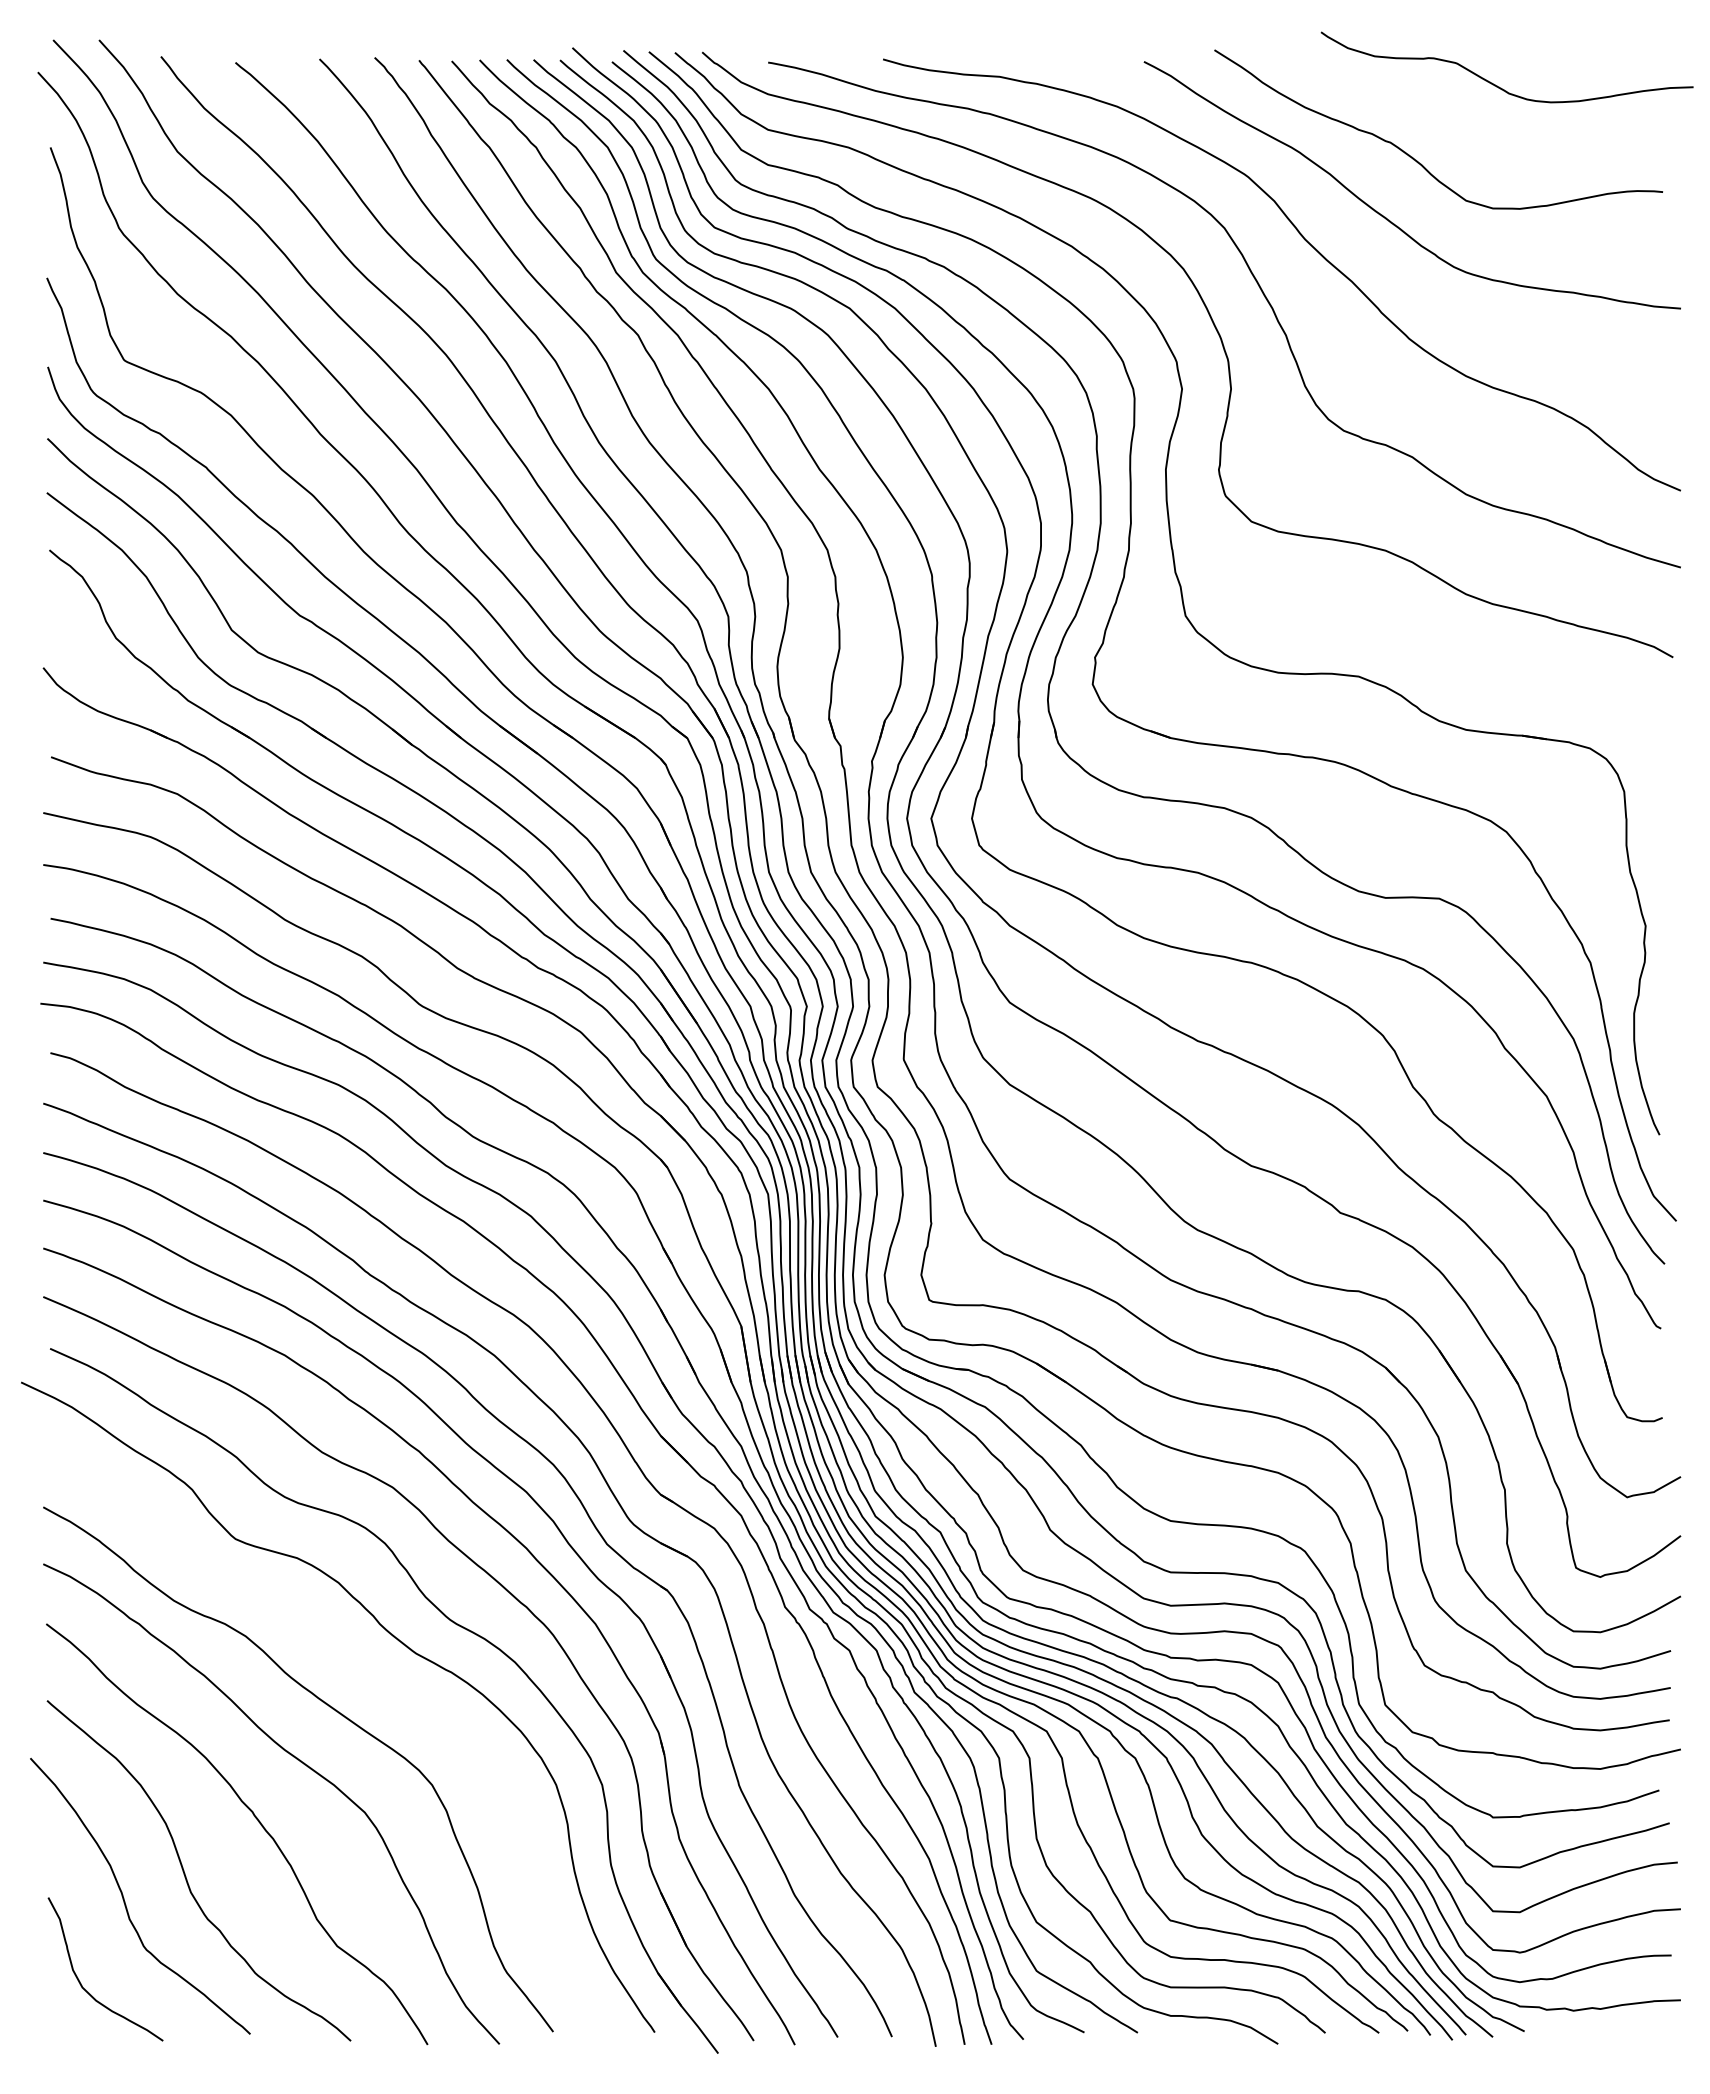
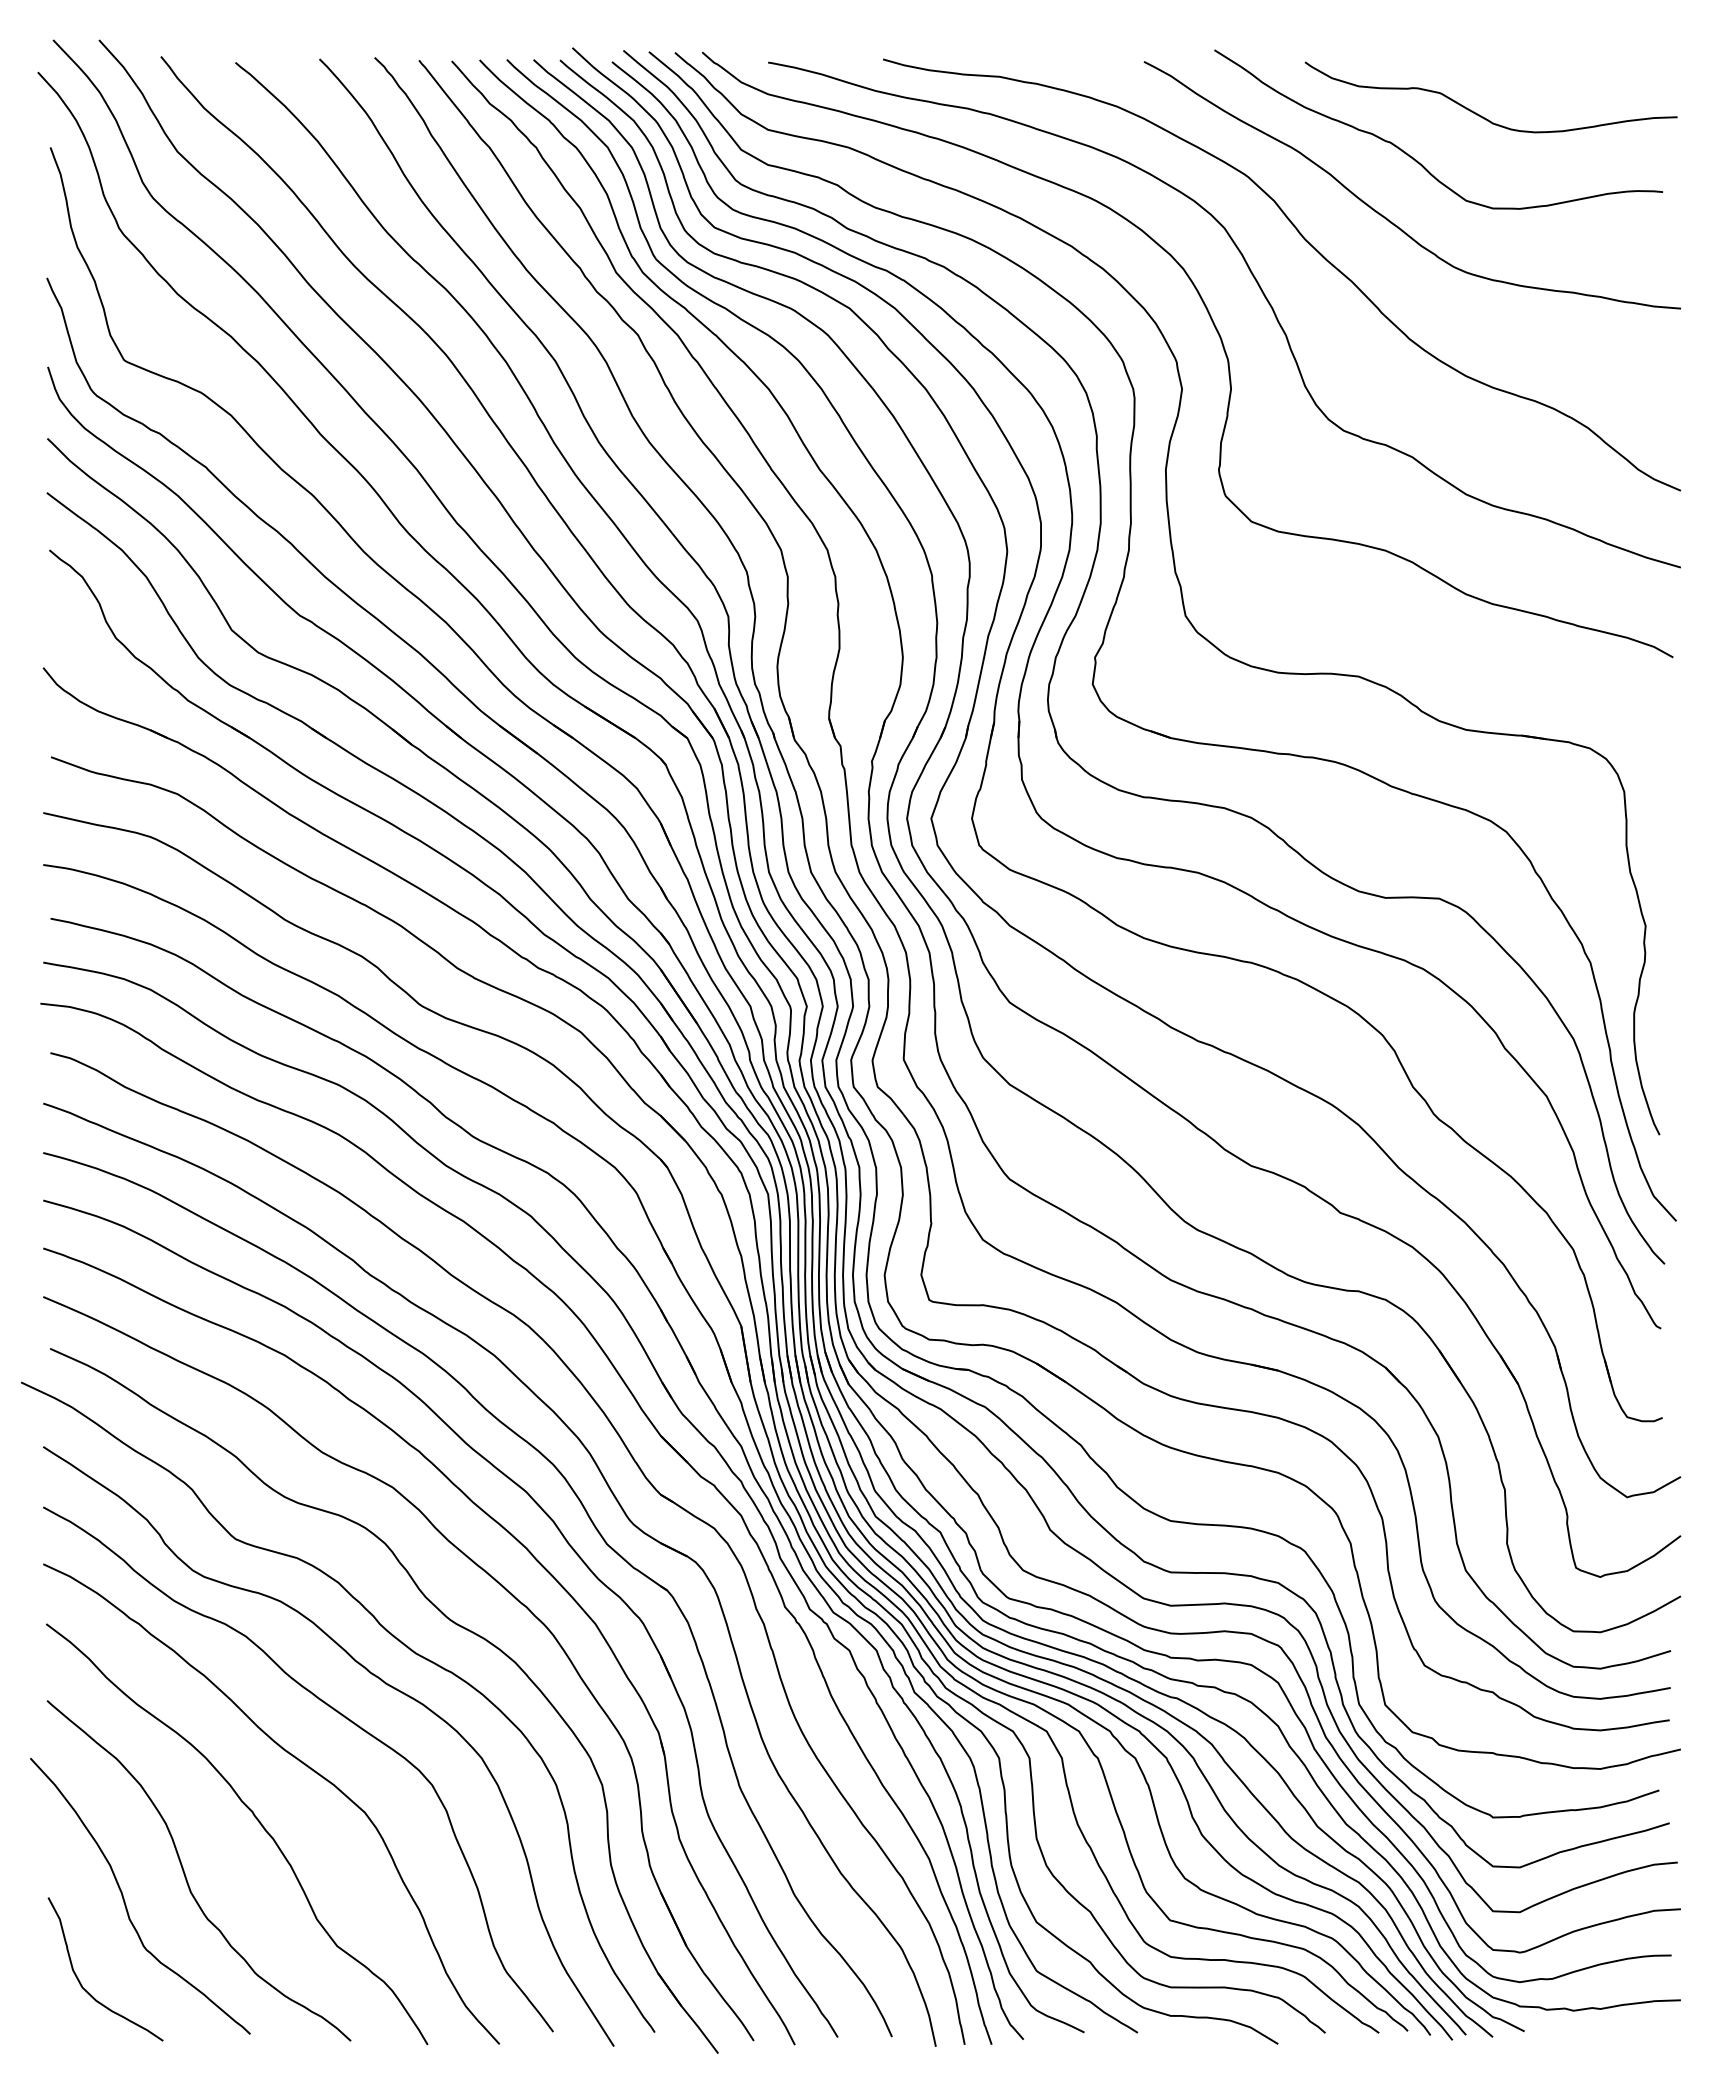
curve at (1497, 85) position: (1497, 85) -> (1481, 115)
curve at (369, 1673): none -> present
